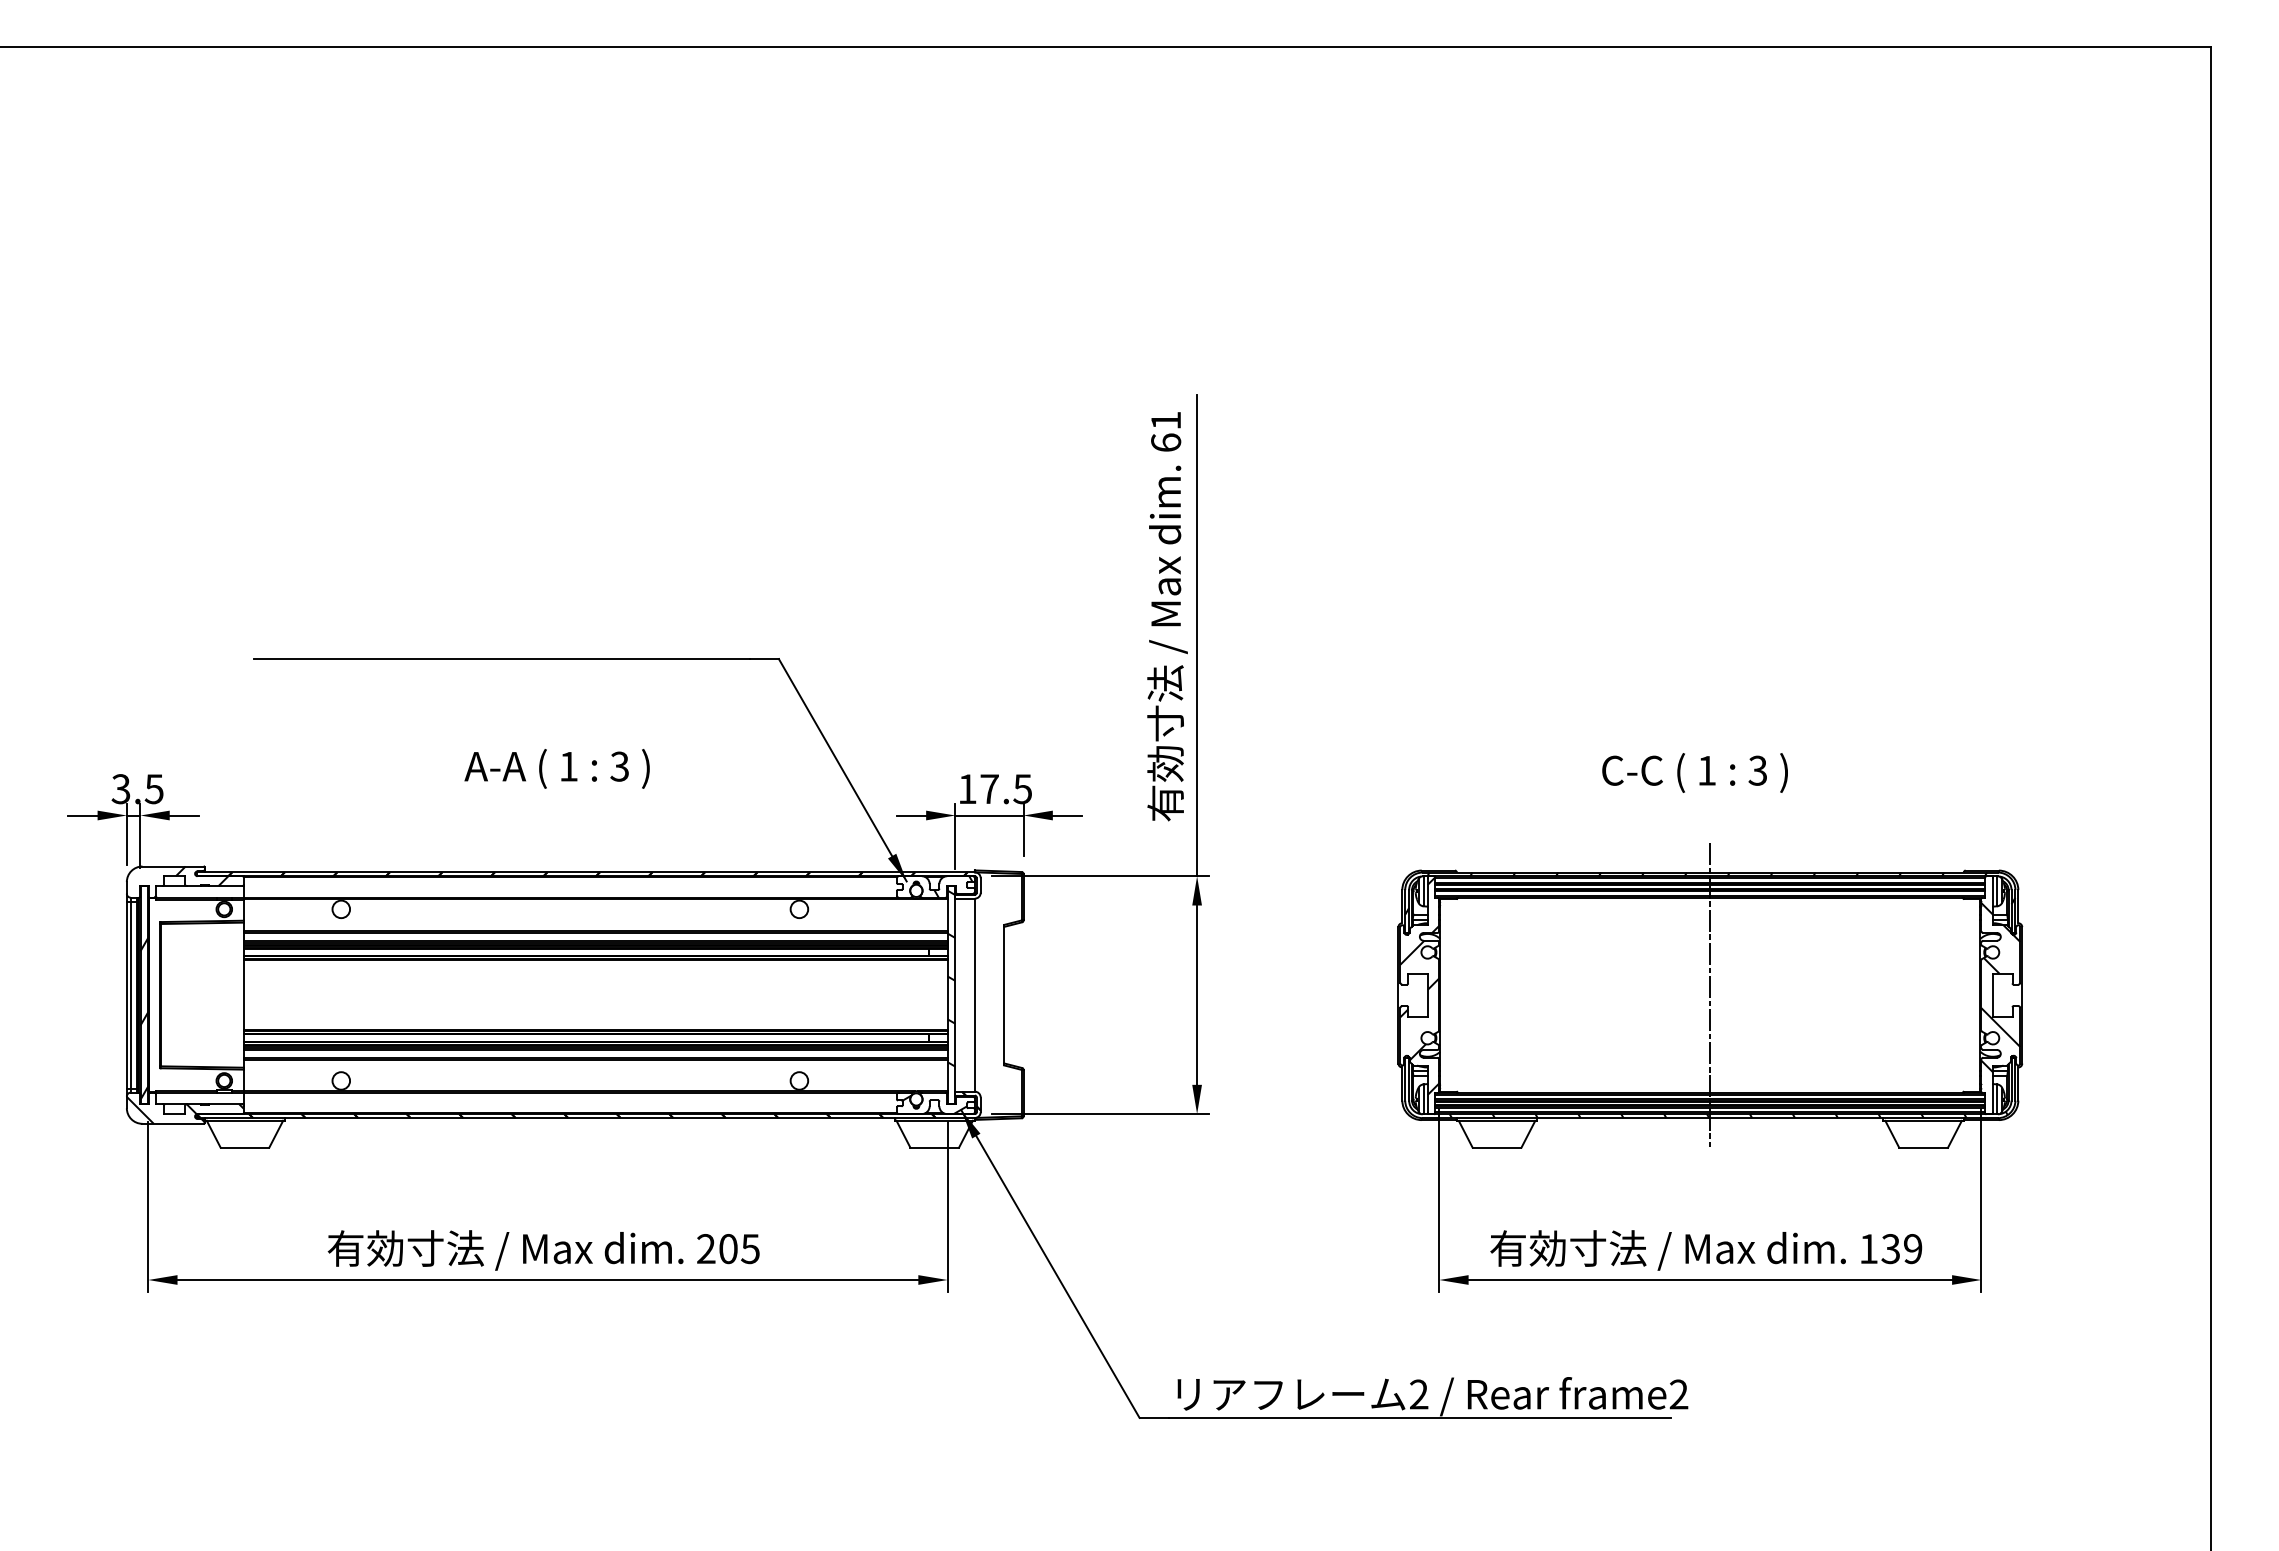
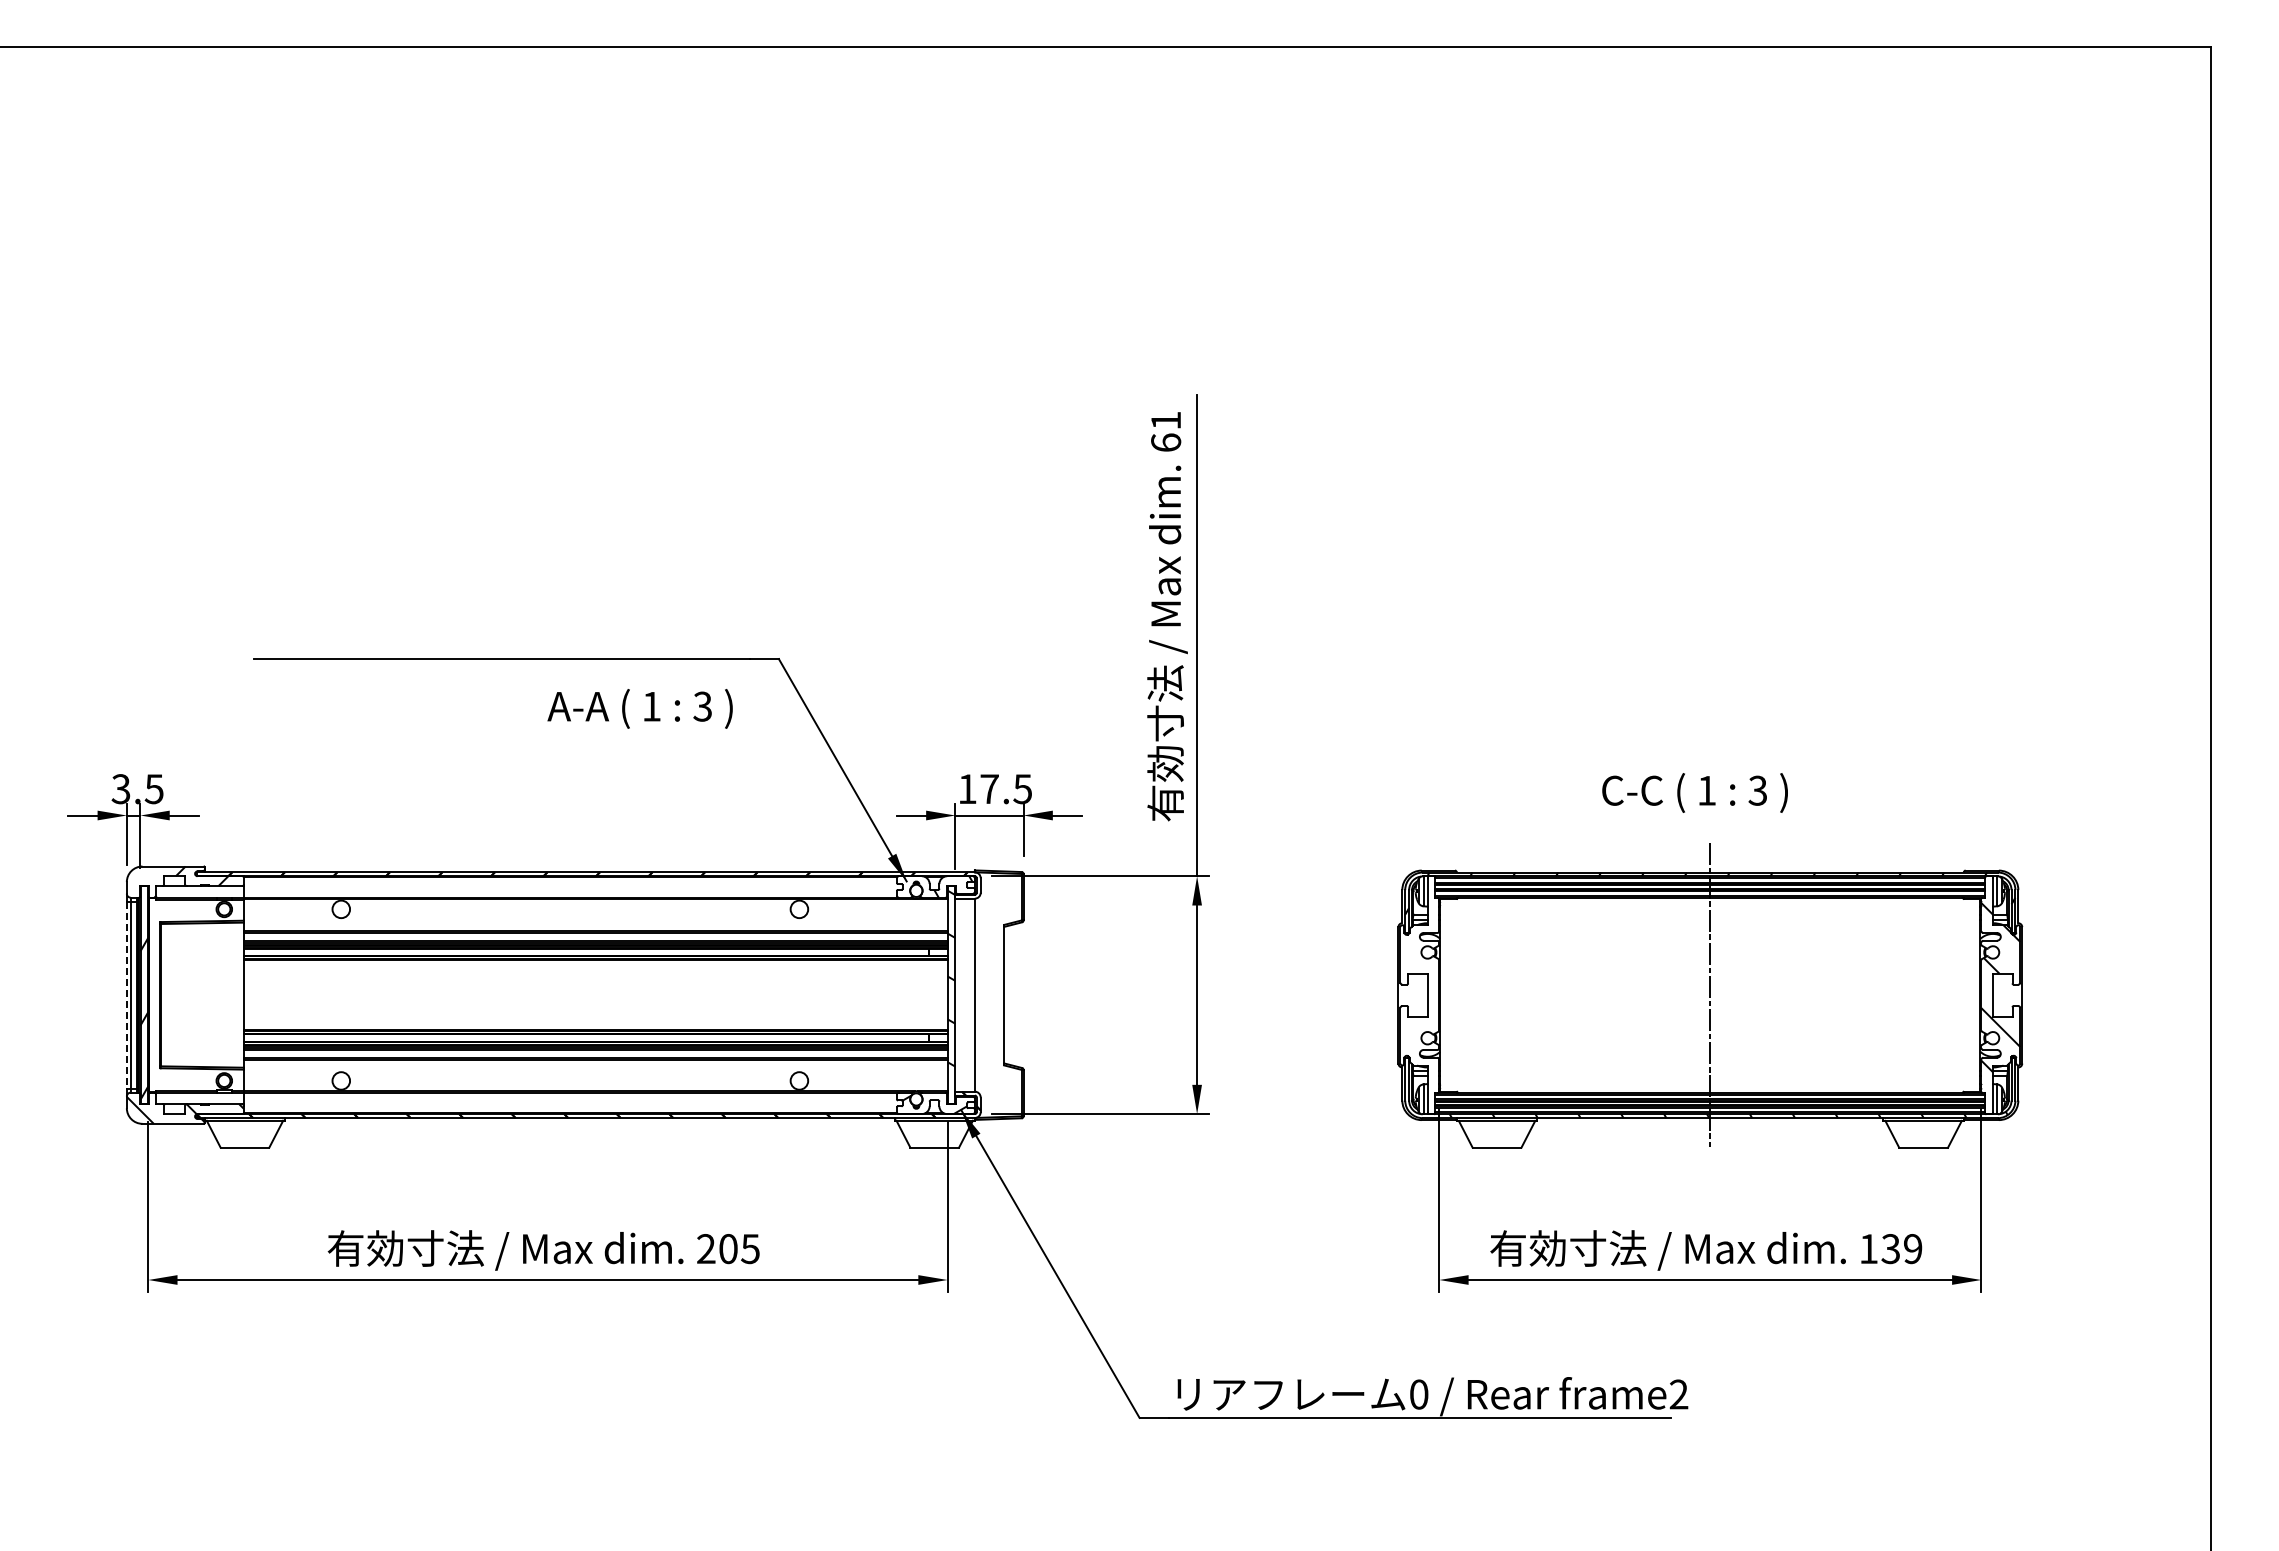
text at (556, 768) position: (556, 768) -> (639, 708)
text at (1694, 772) position: (1694, 772) -> (1694, 792)
hatch at (1419, 986): present -> none
line at (126, 995): solid -> dashed
text at (1419, 1394): 2 -> 0
